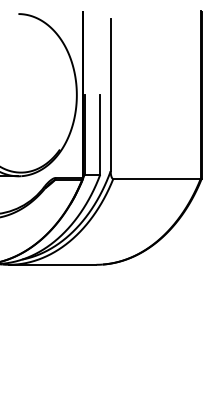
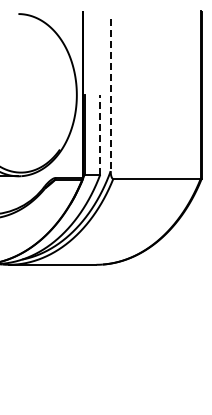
line at (110, 95): solid -> dashed
line at (100, 135): solid -> dashed
